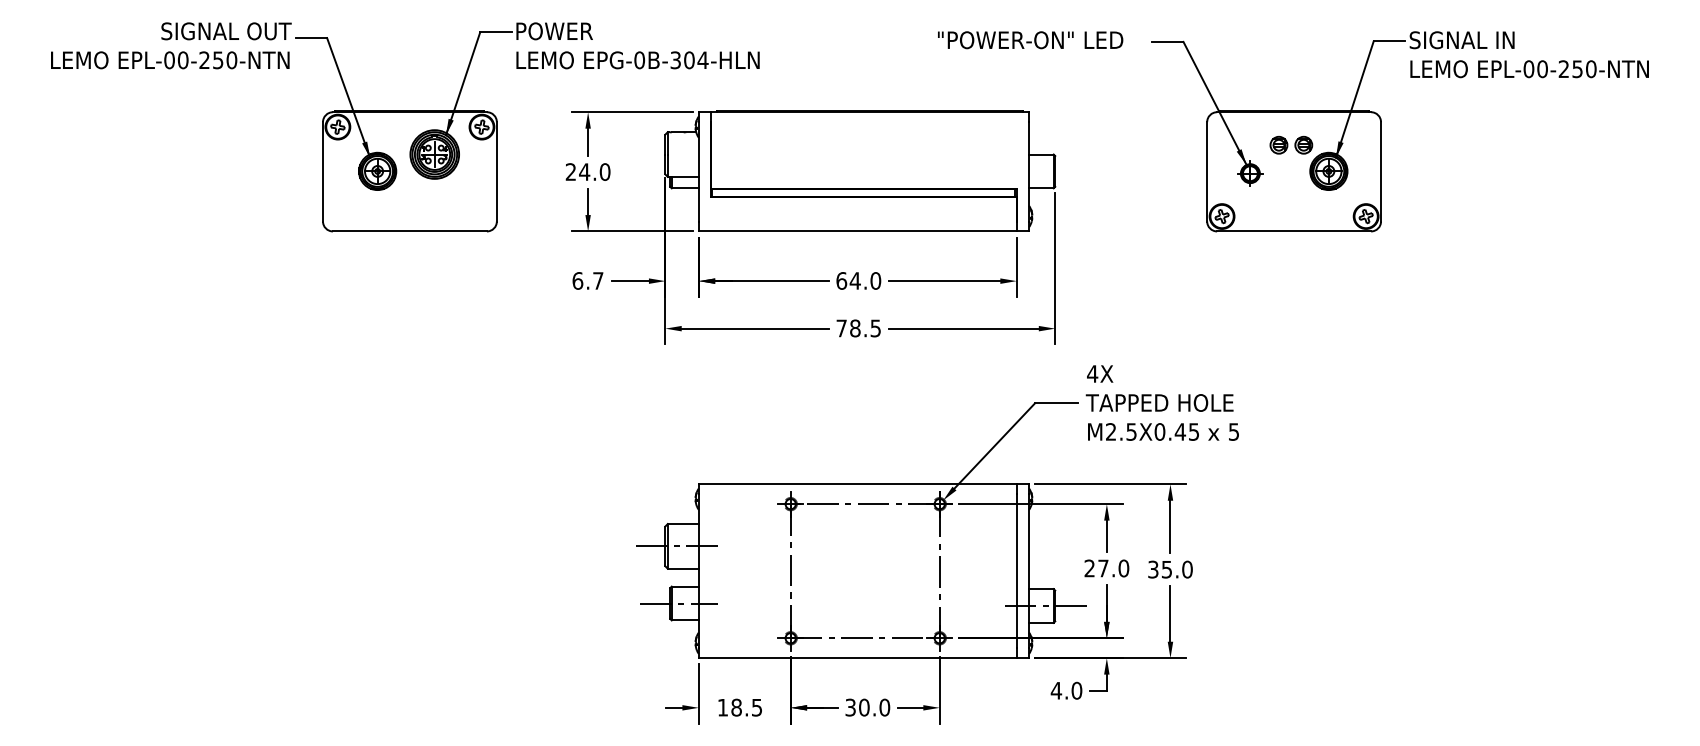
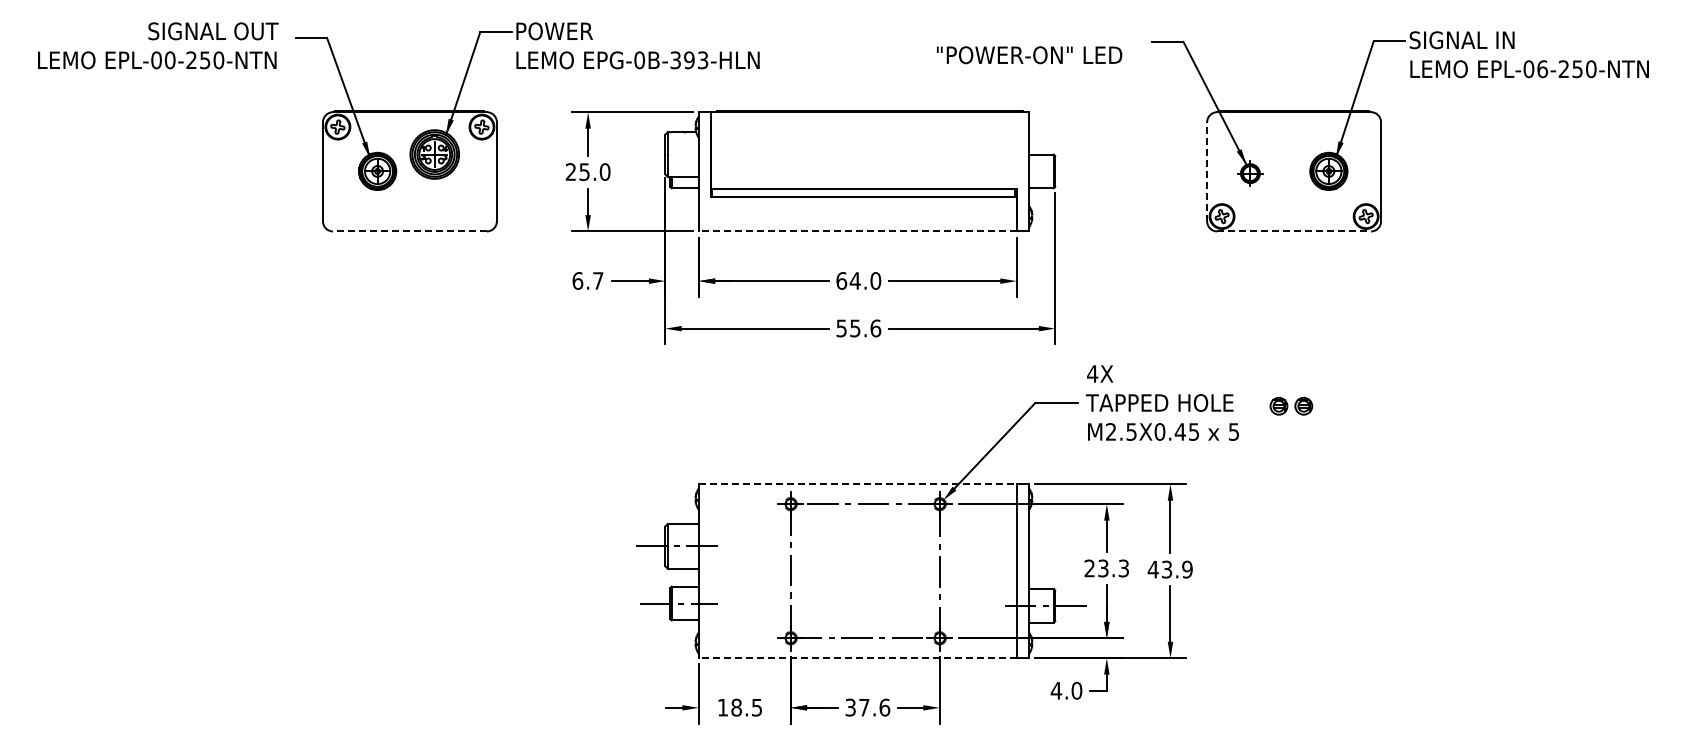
text at (1030, 40) position: (1030, 40) -> (1029, 55)
text at (171, 45) position: (171, 45) -> (158, 45)
text at (696, 60): EPG-0B-304-HLN -> EPG-0B-393-HLN
text at (1542, 68): EPL-00-250-NTN -> EPL-06-250-NTN
part at (1291, 144) position: (1291, 144) -> (1291, 405)
line at (1207, 171): solid -> dashed
text at (584, 172): 24.0 -> 25.0
line at (409, 231): solid -> dashed
line at (857, 231): solid -> dashed
line at (1294, 231): solid -> dashed
text at (858, 328): 78.5 -> 55.6
line at (857, 484): solid -> dashed
text at (1113, 568): 27.0 -> 23.3
text at (1169, 569): 35.0 -> 43.9
line at (857, 658): solid -> dashed
text at (874, 707): 30.0 -> 37.6
